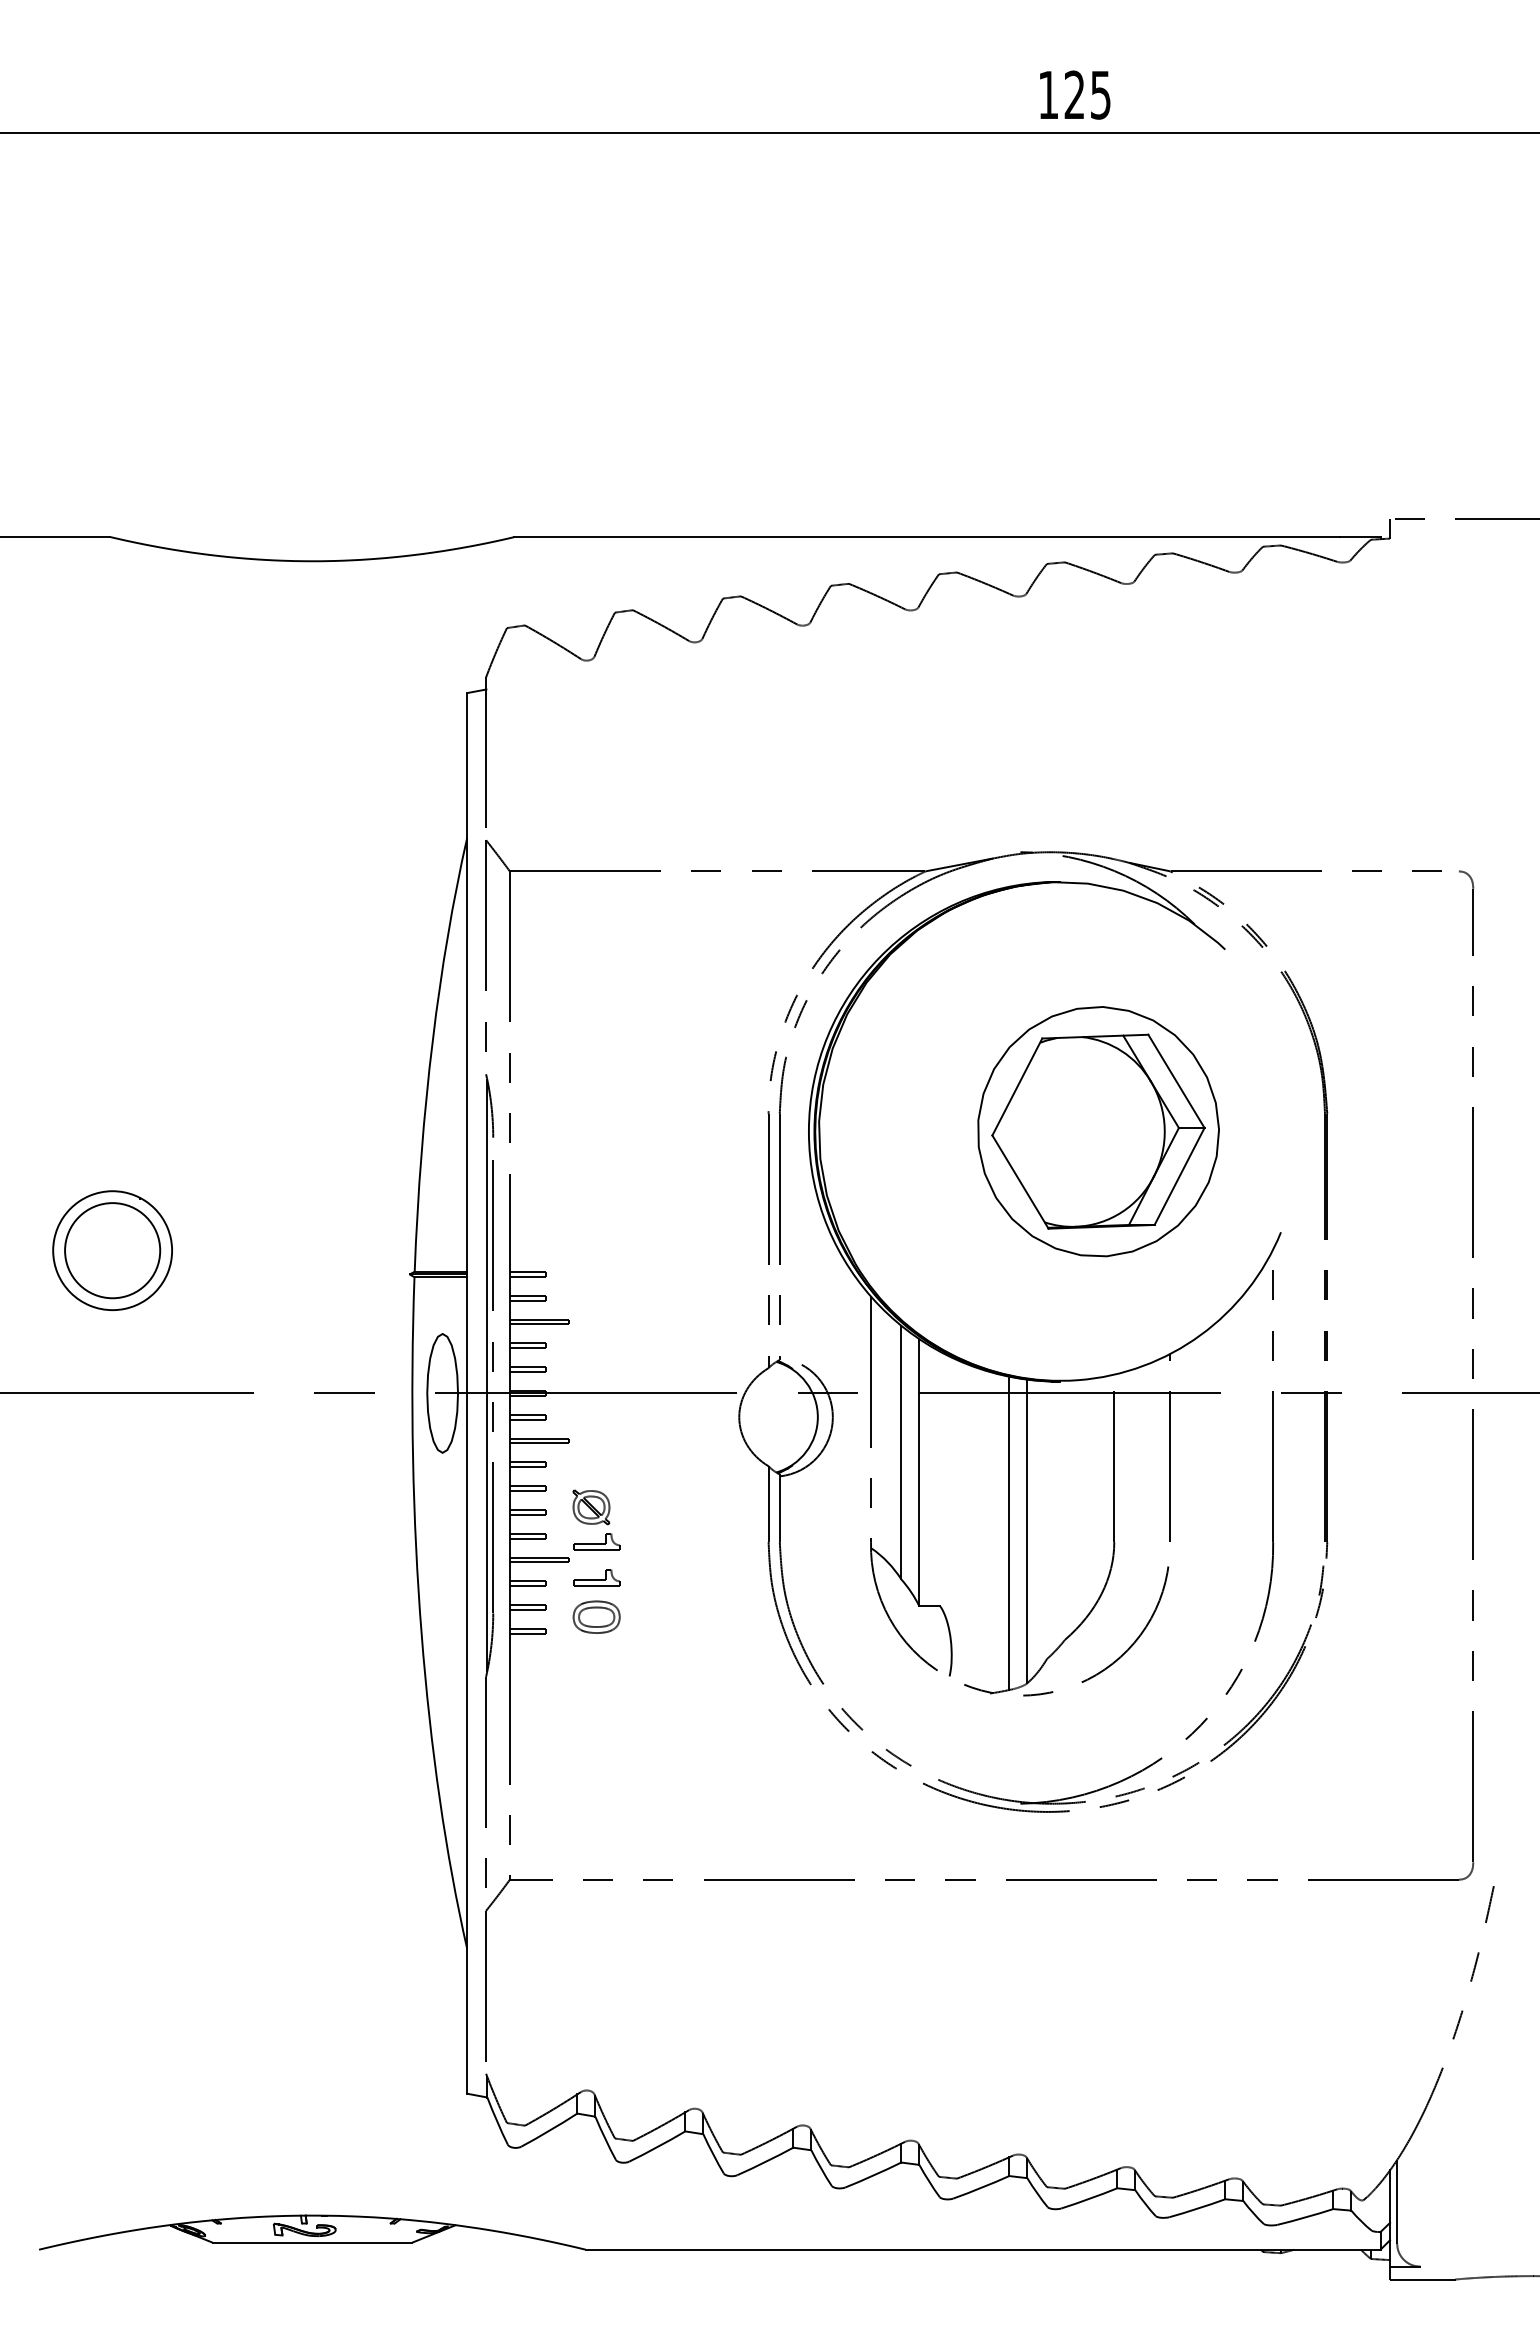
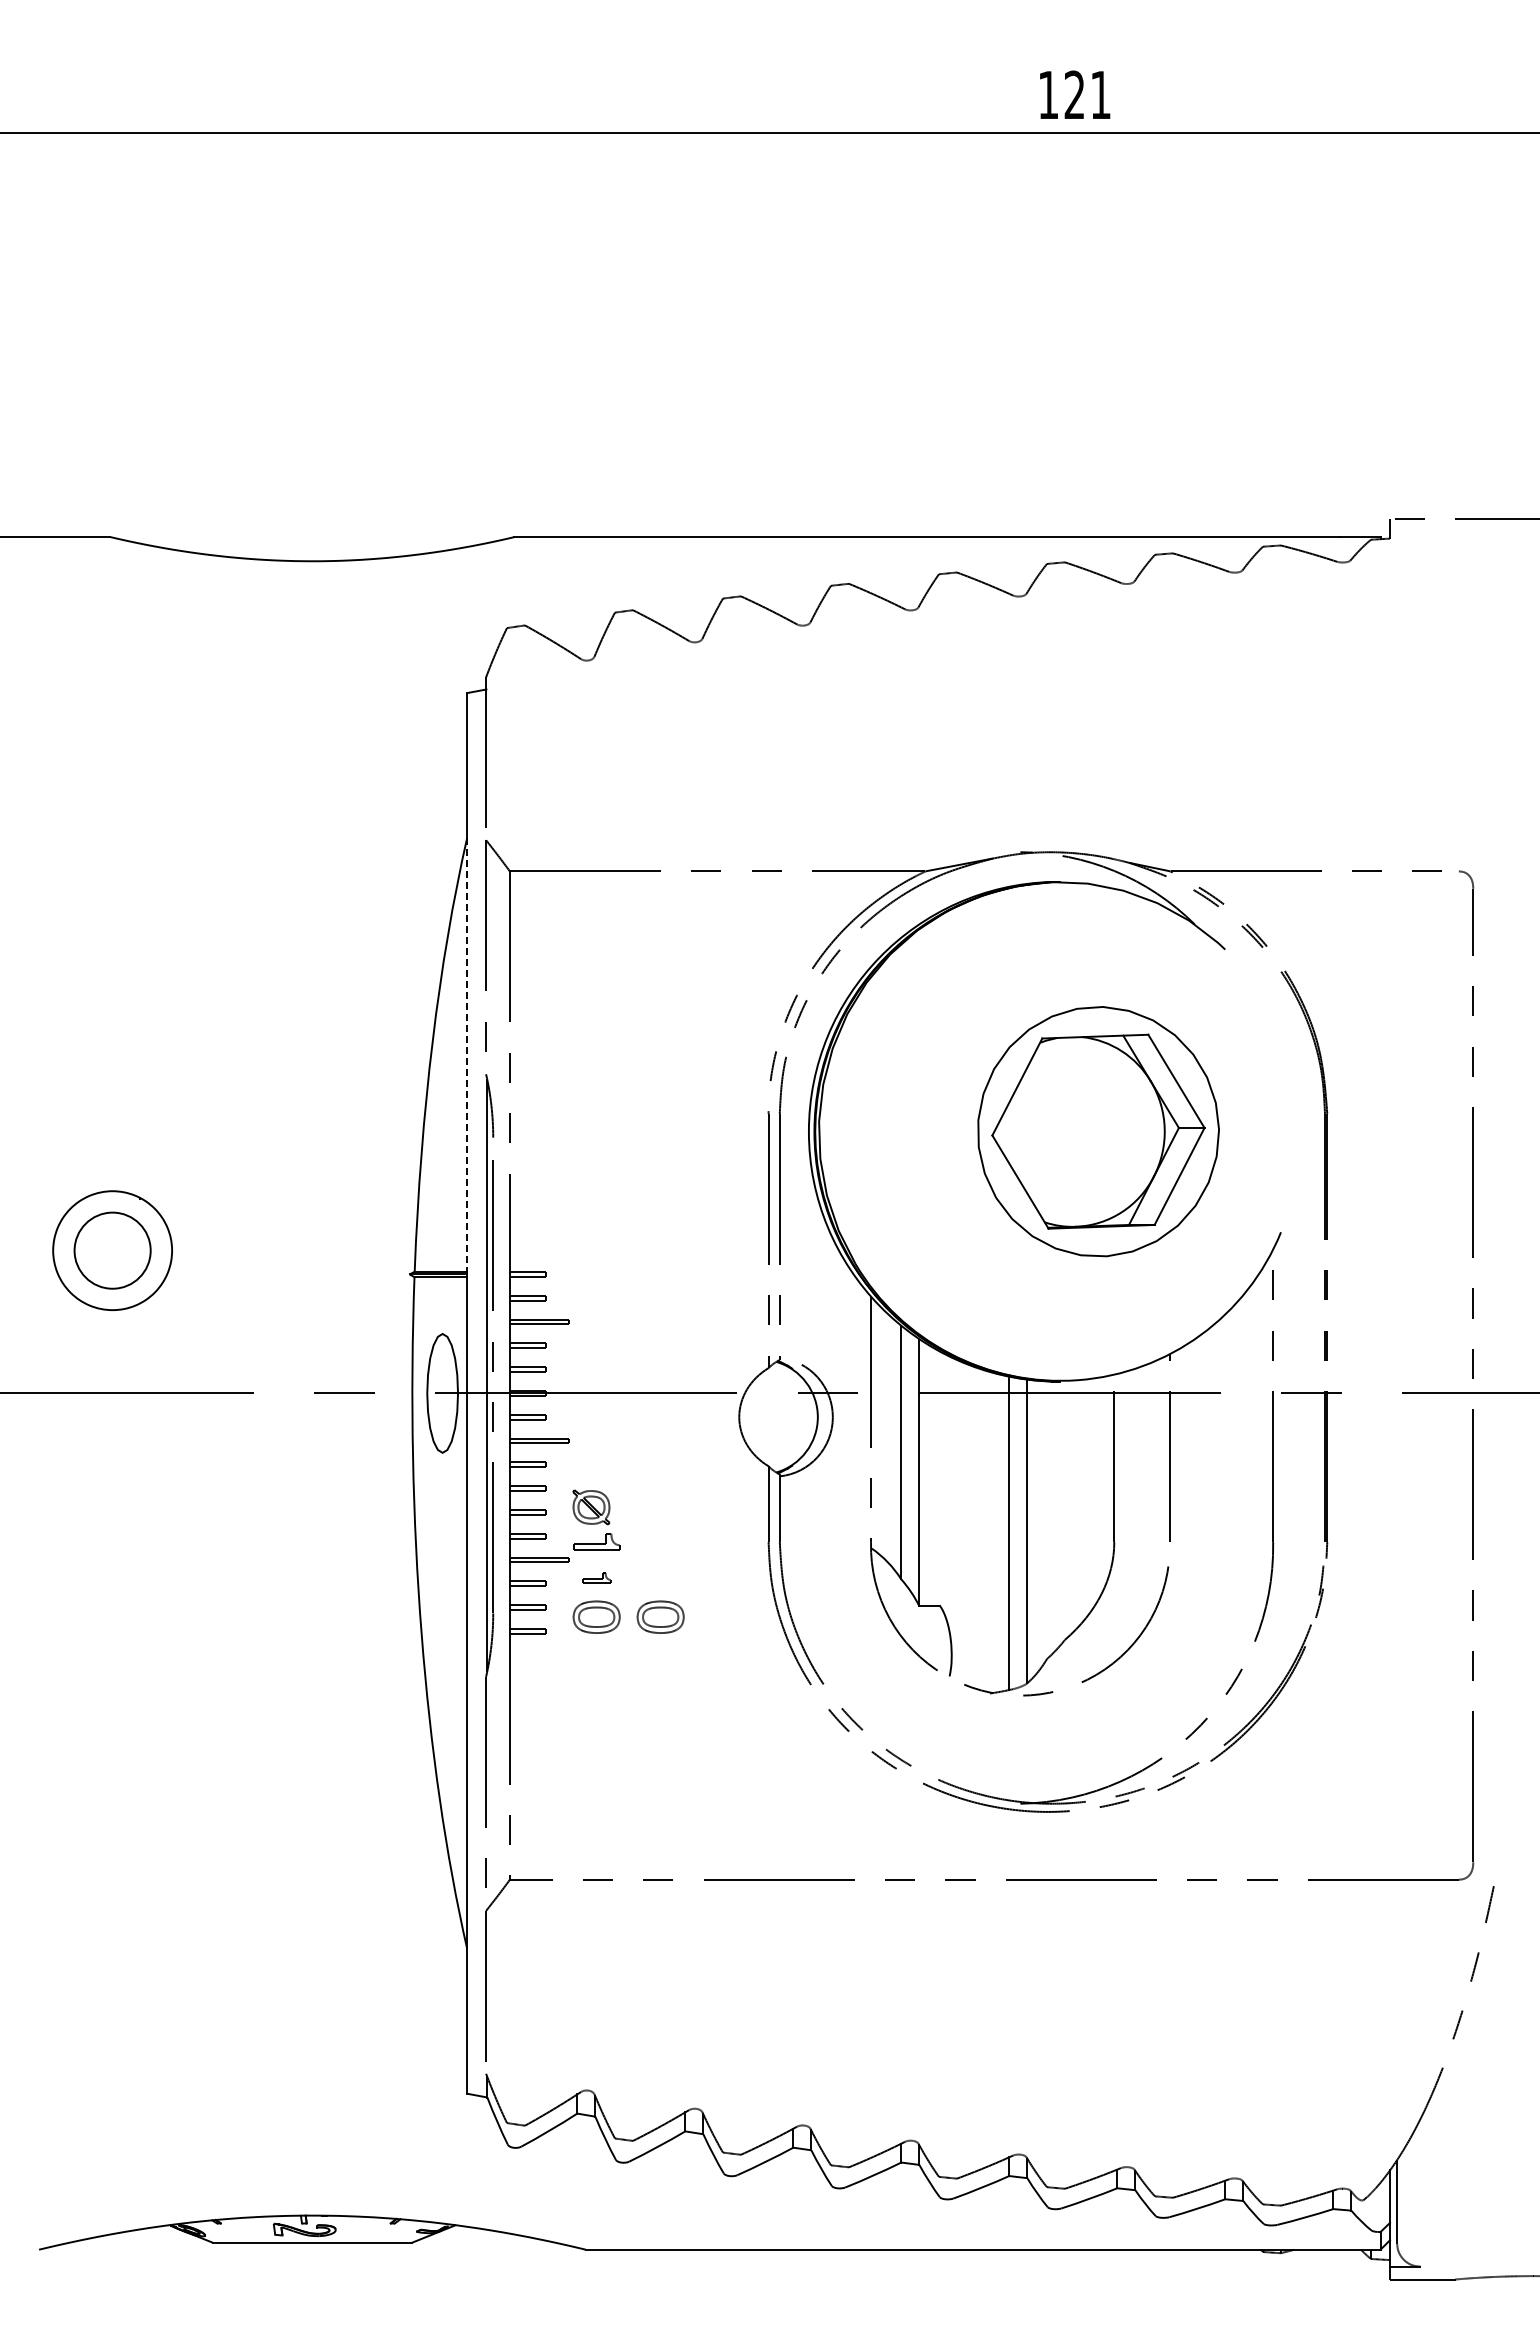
text at (1100, 95): 125 -> 121
line at (467, 1055): solid -> dashed
circle at (112, 1250) diameter: 95 px -> 76 px
part at (596, 1577) size: 48x18 px -> 30x12 px
part at (660, 1616): none -> present
